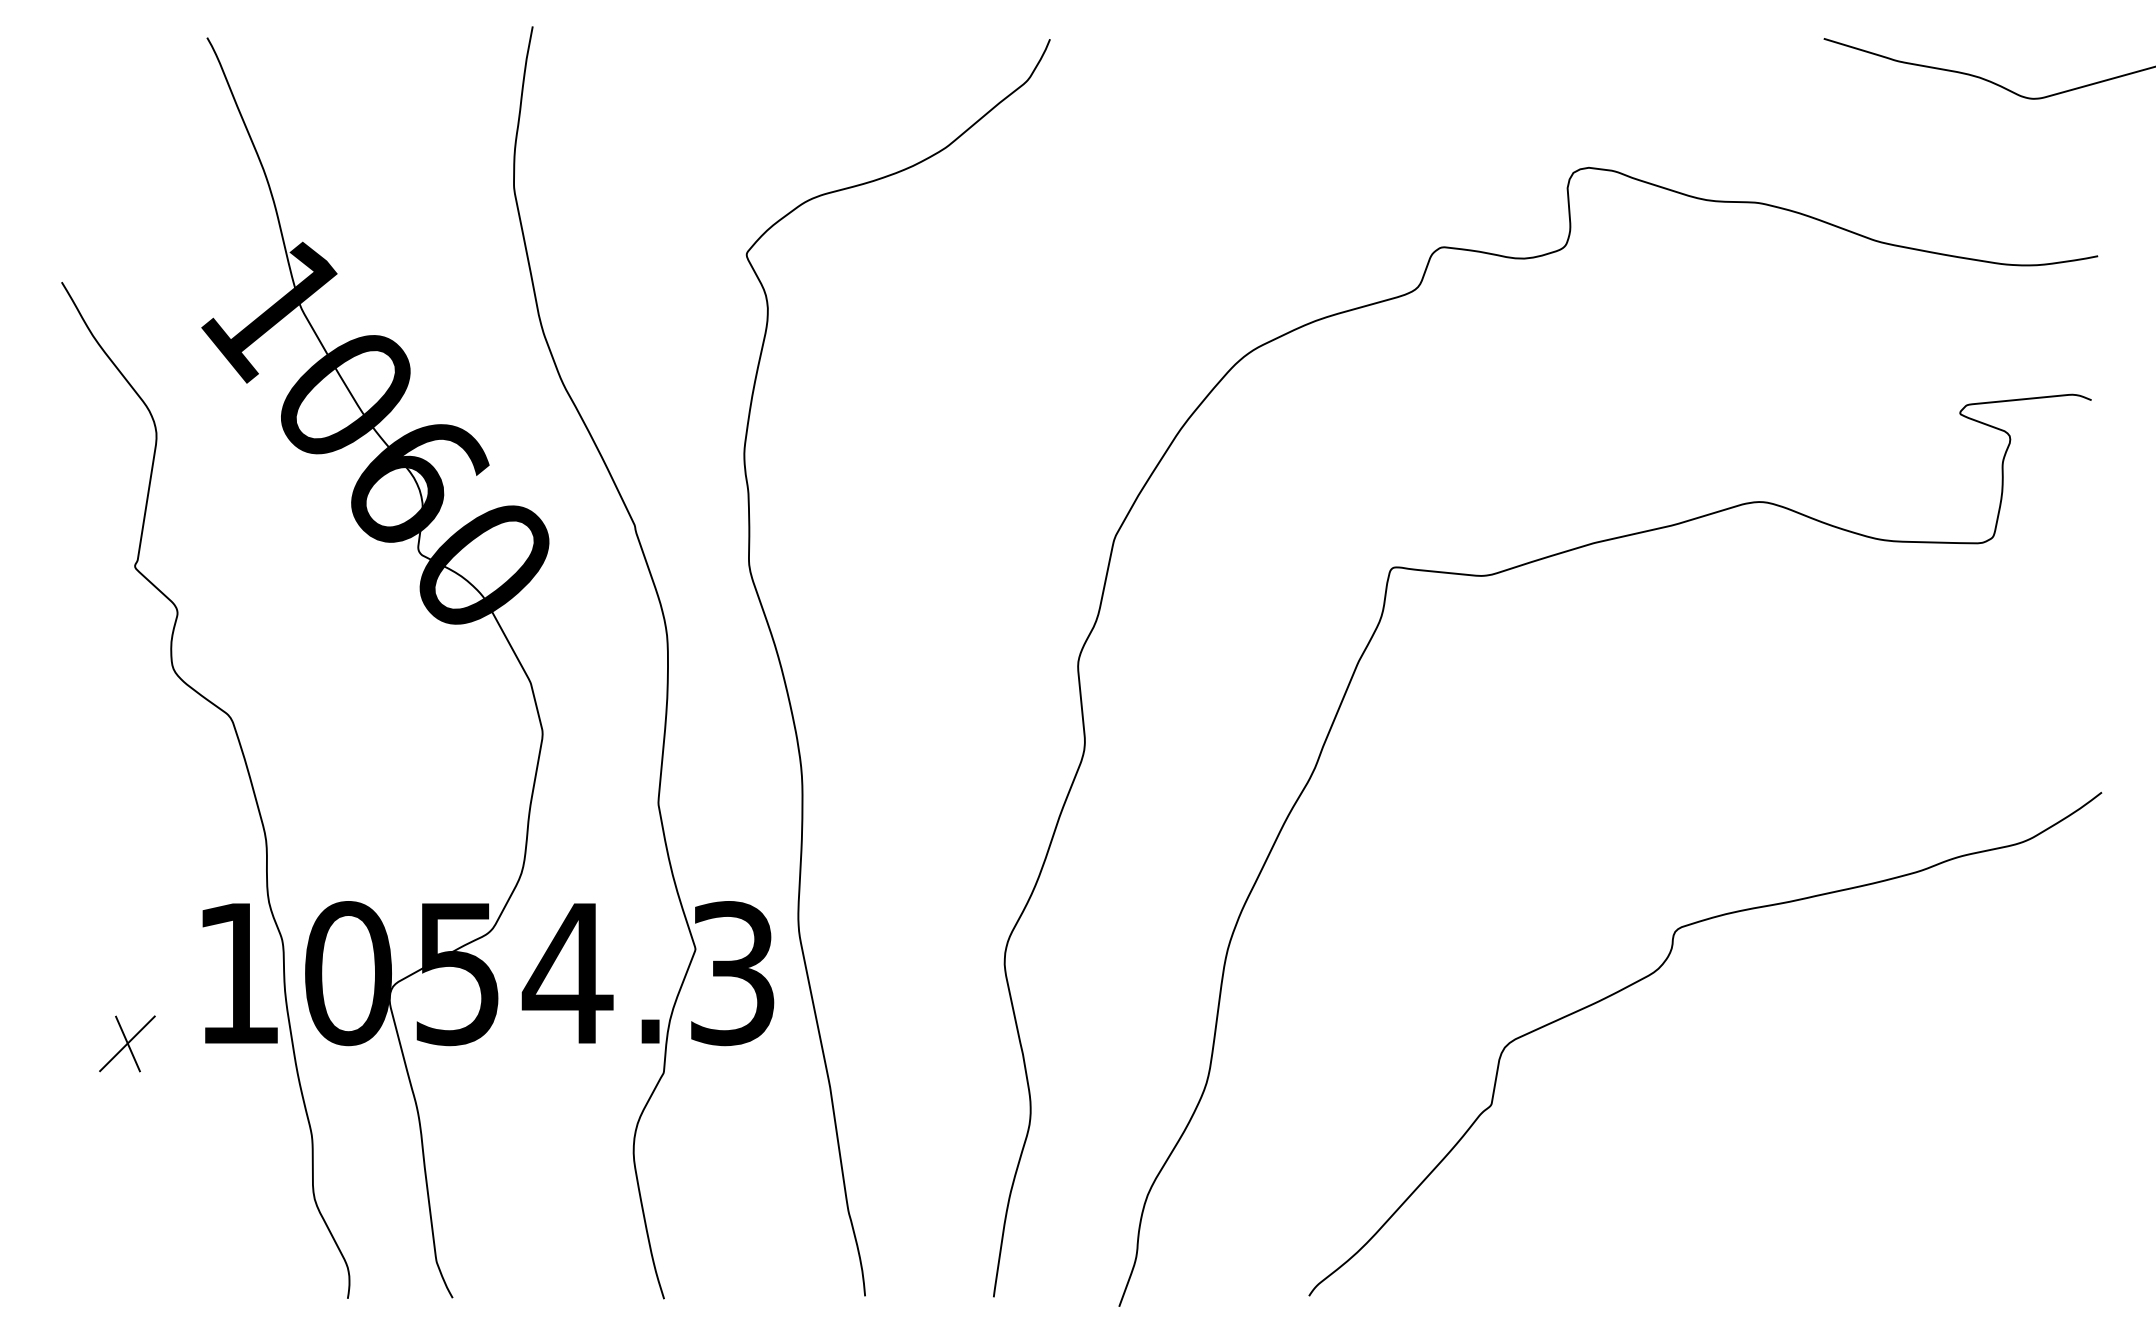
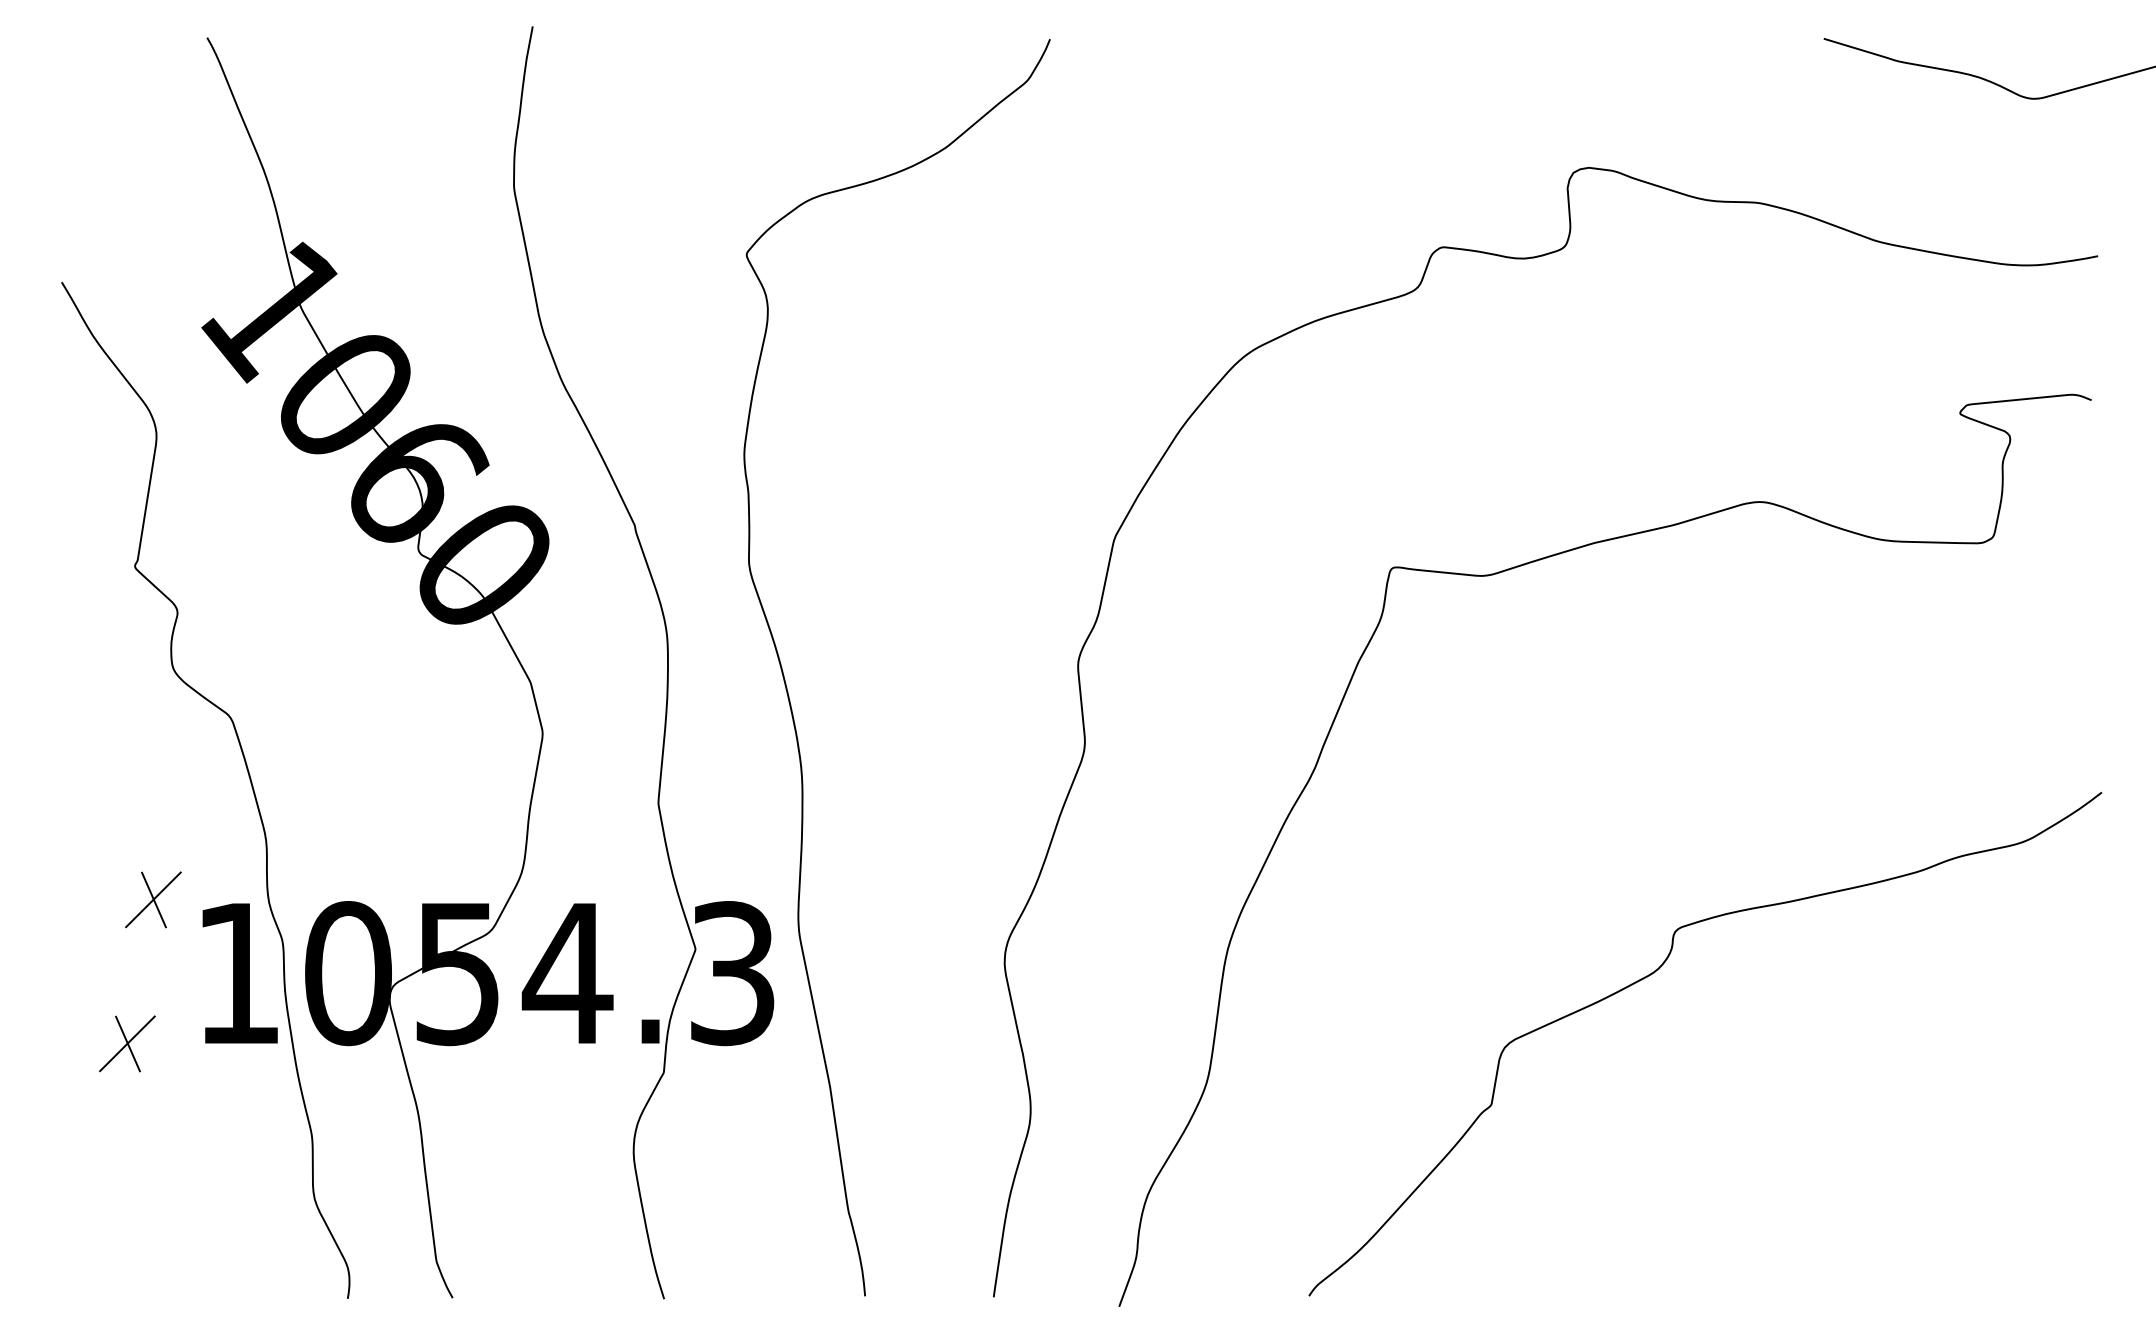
part at (153, 899): none -> present
